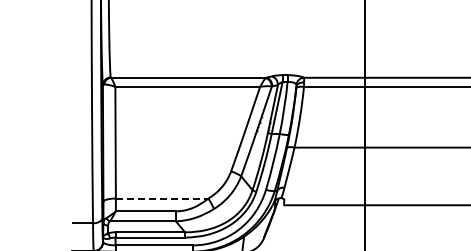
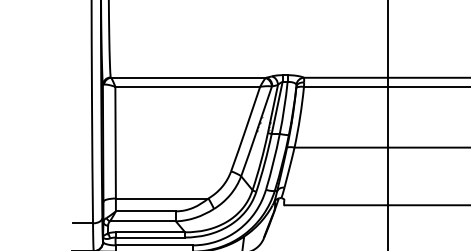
line at (364, 124) position: (364, 124) -> (387, 124)
line at (162, 198): dashed -> solid
